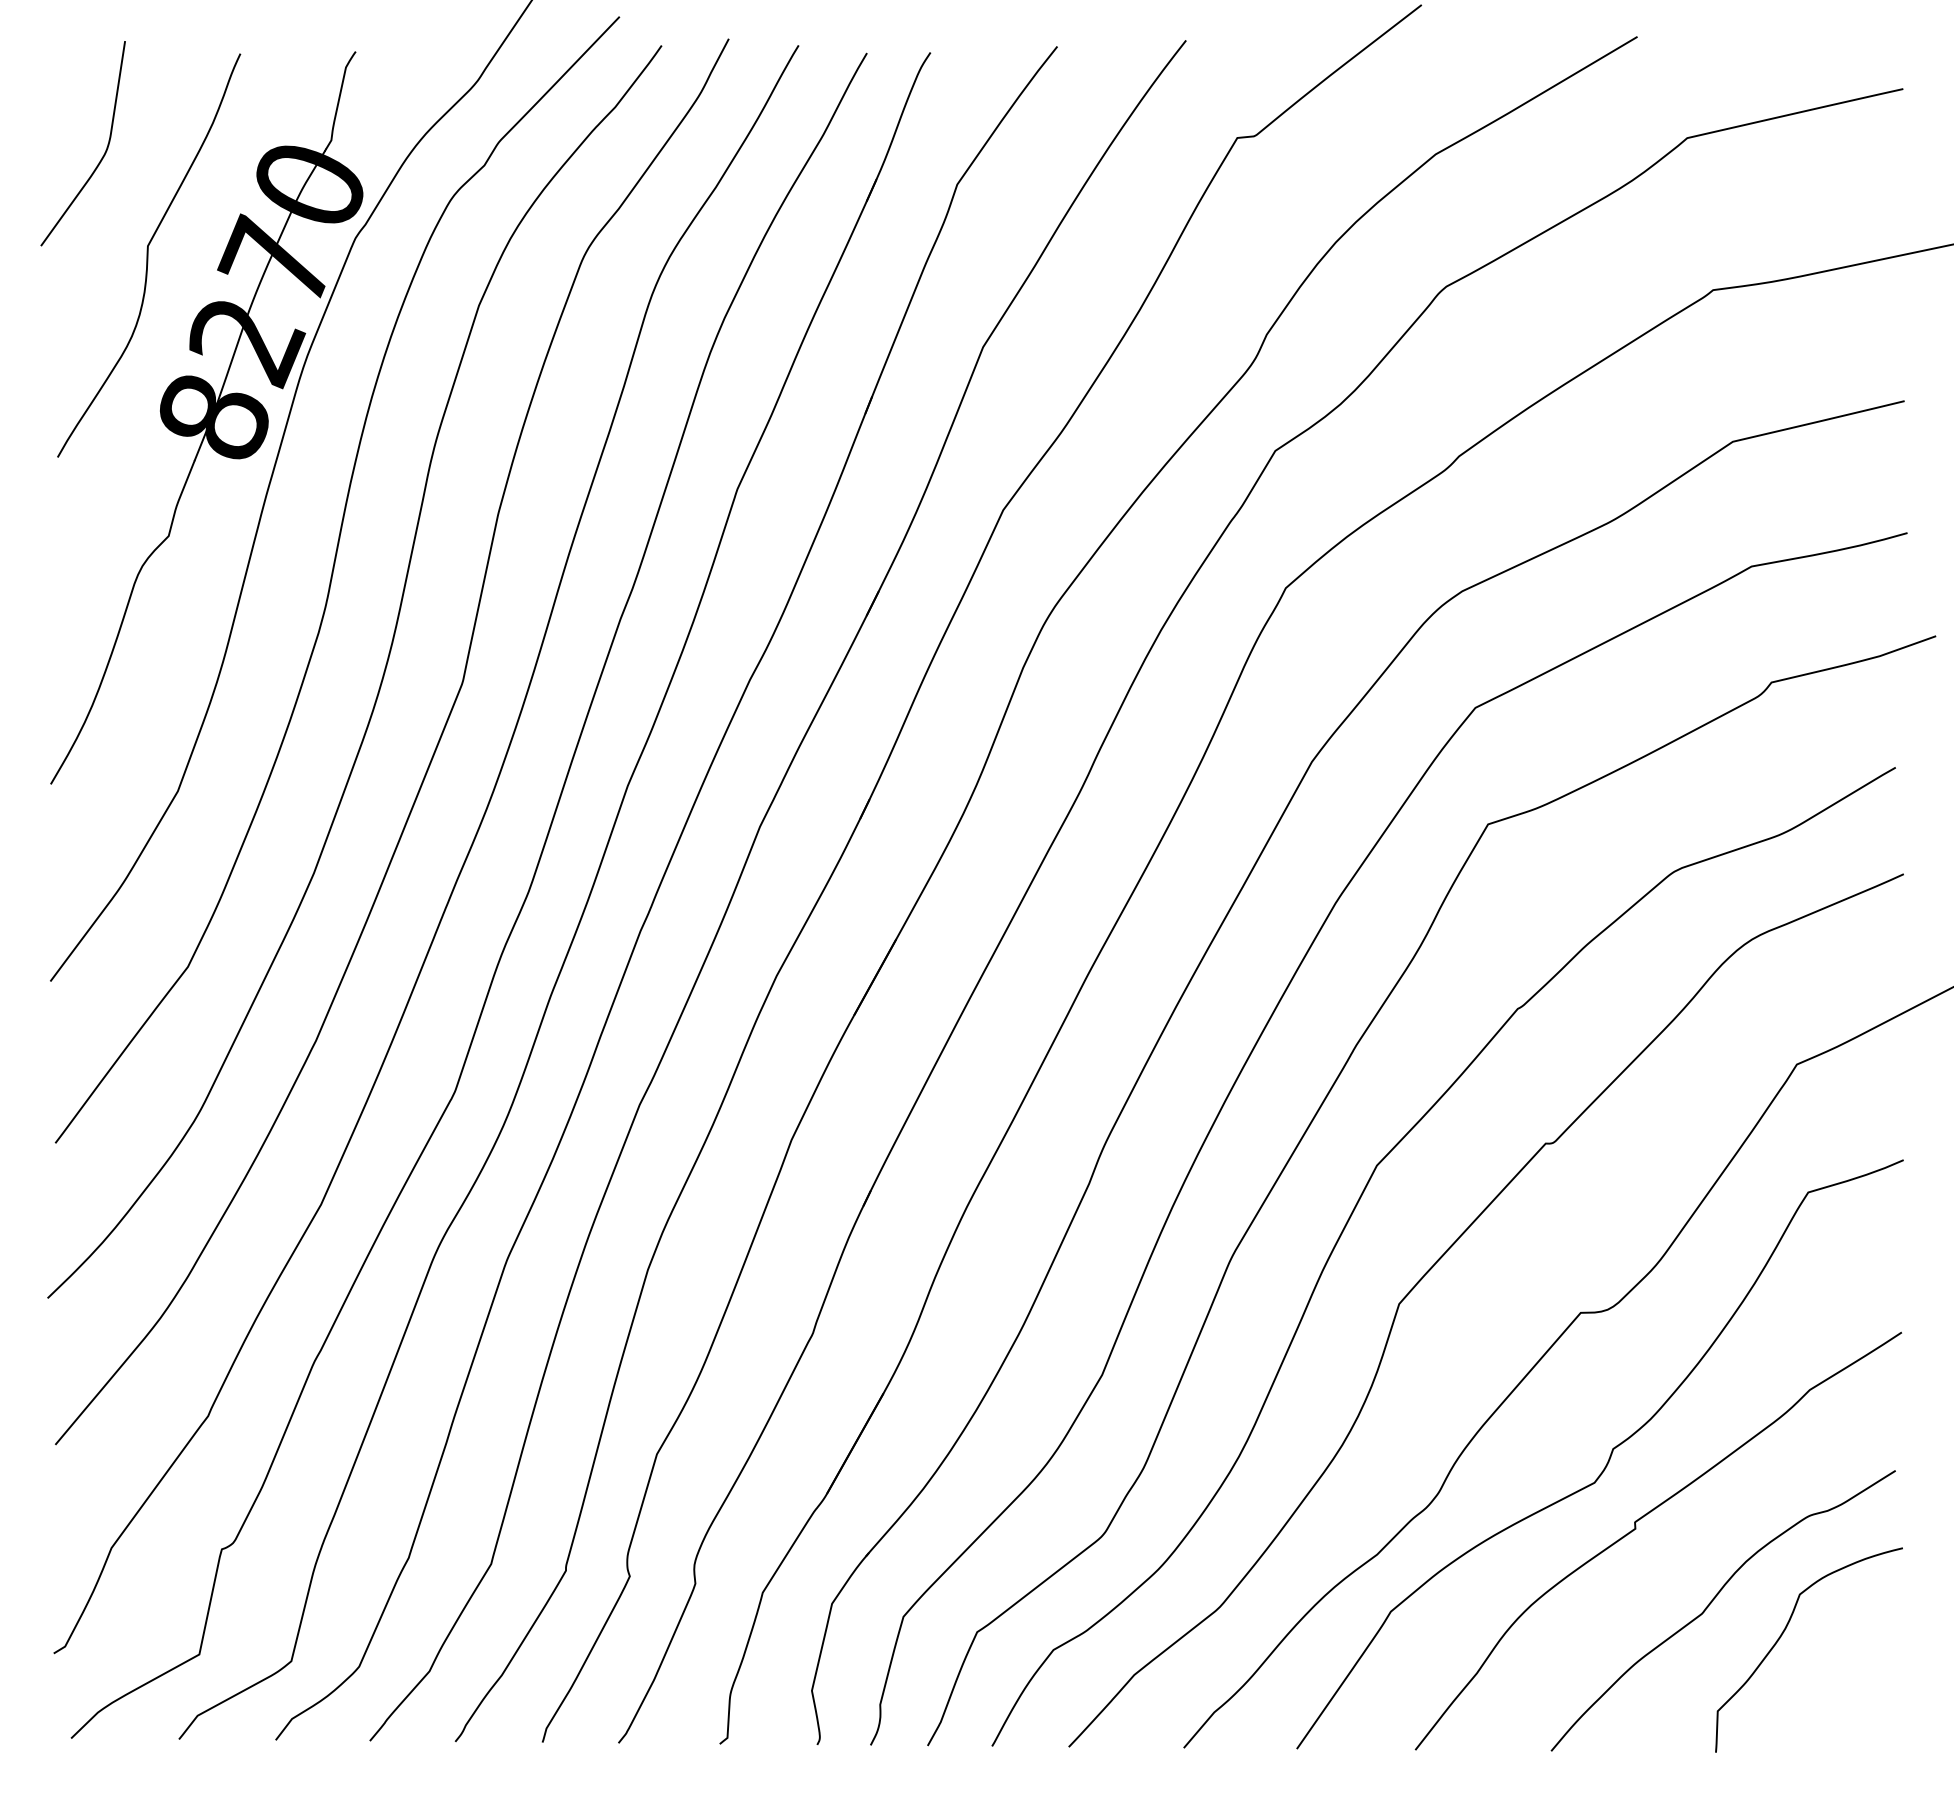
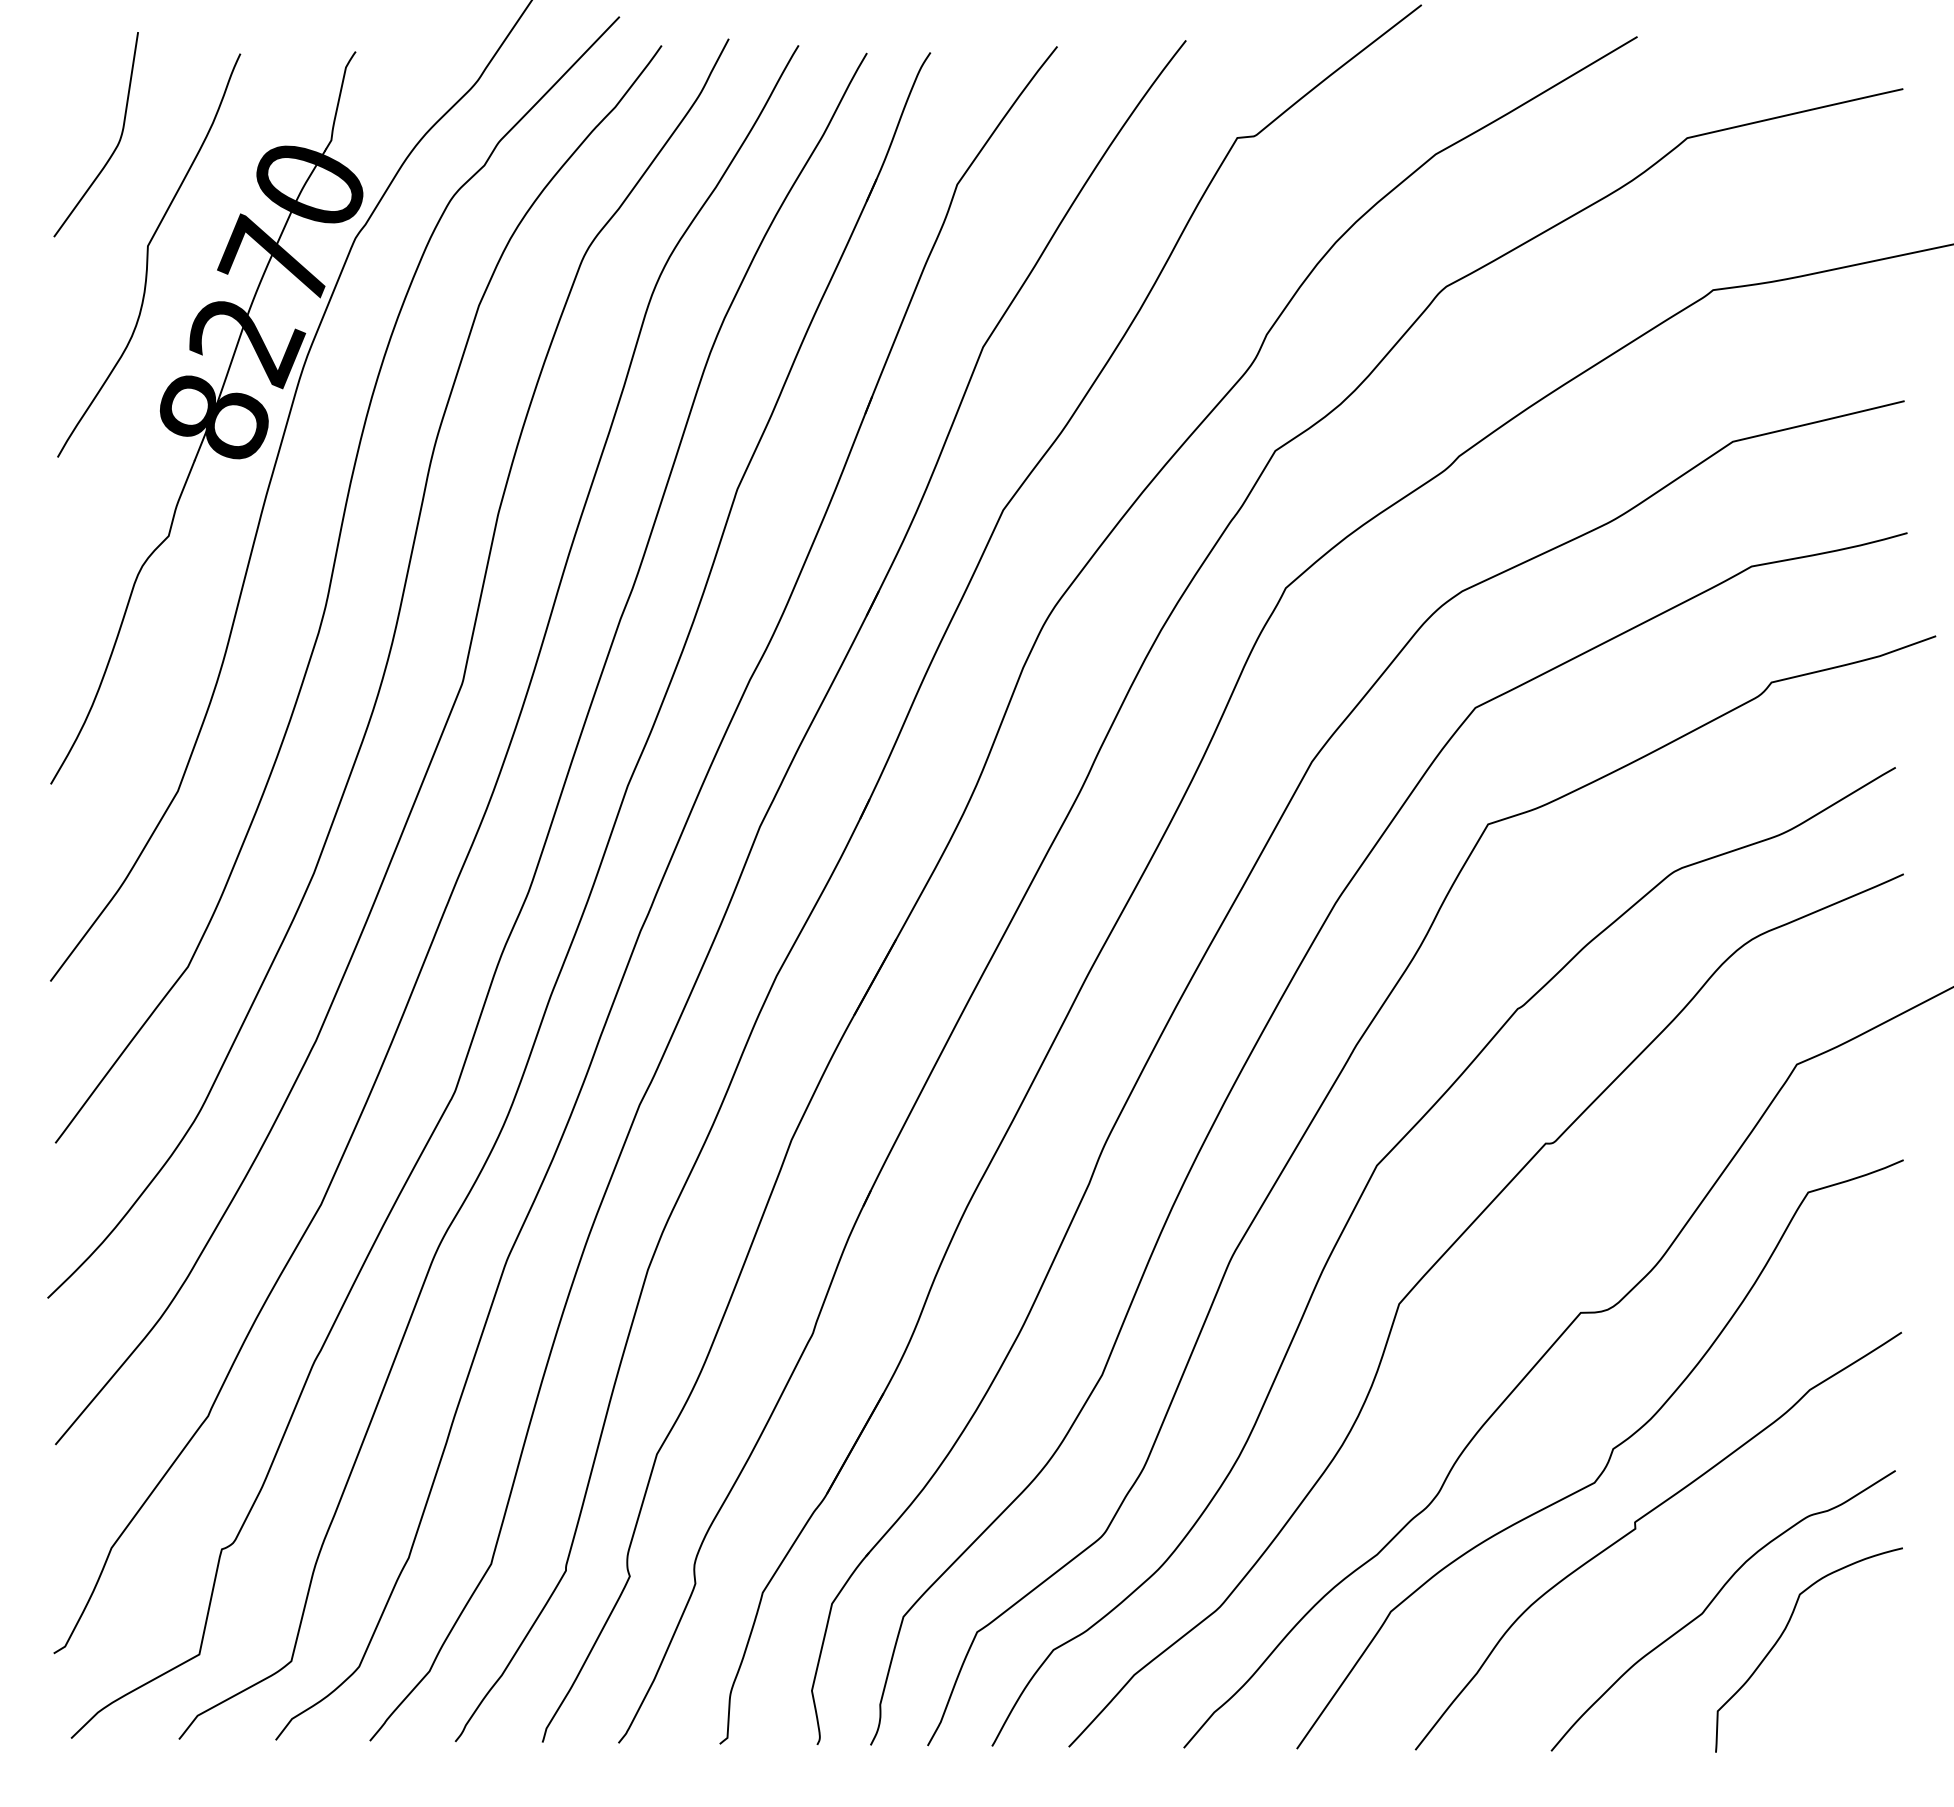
curve at (101, 157) position: (101, 157) -> (114, 148)
